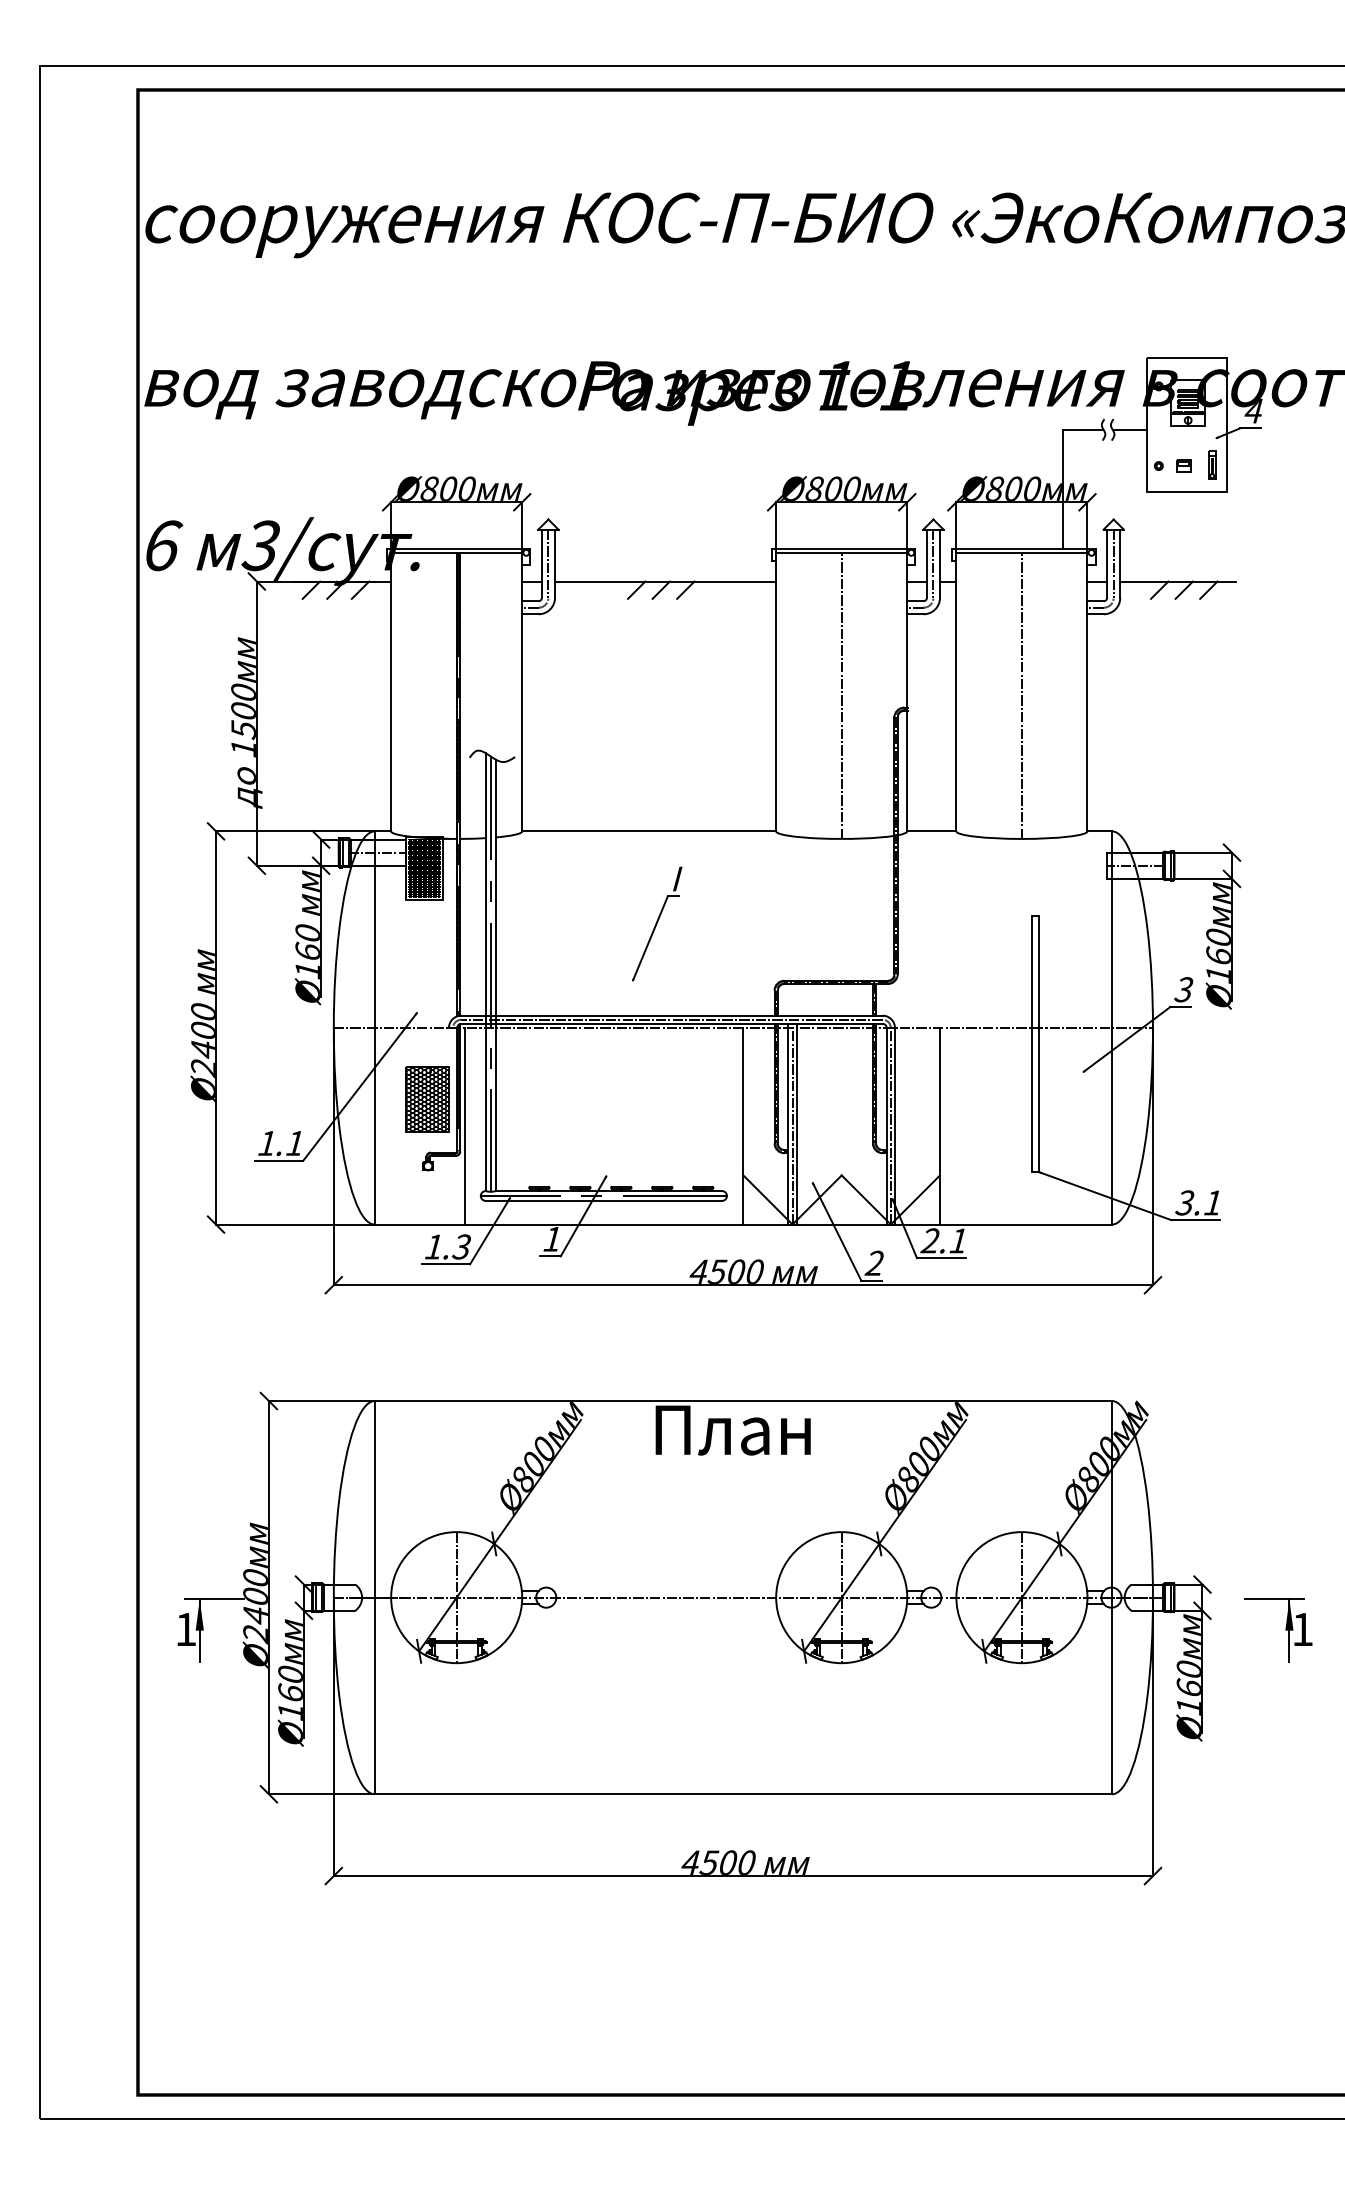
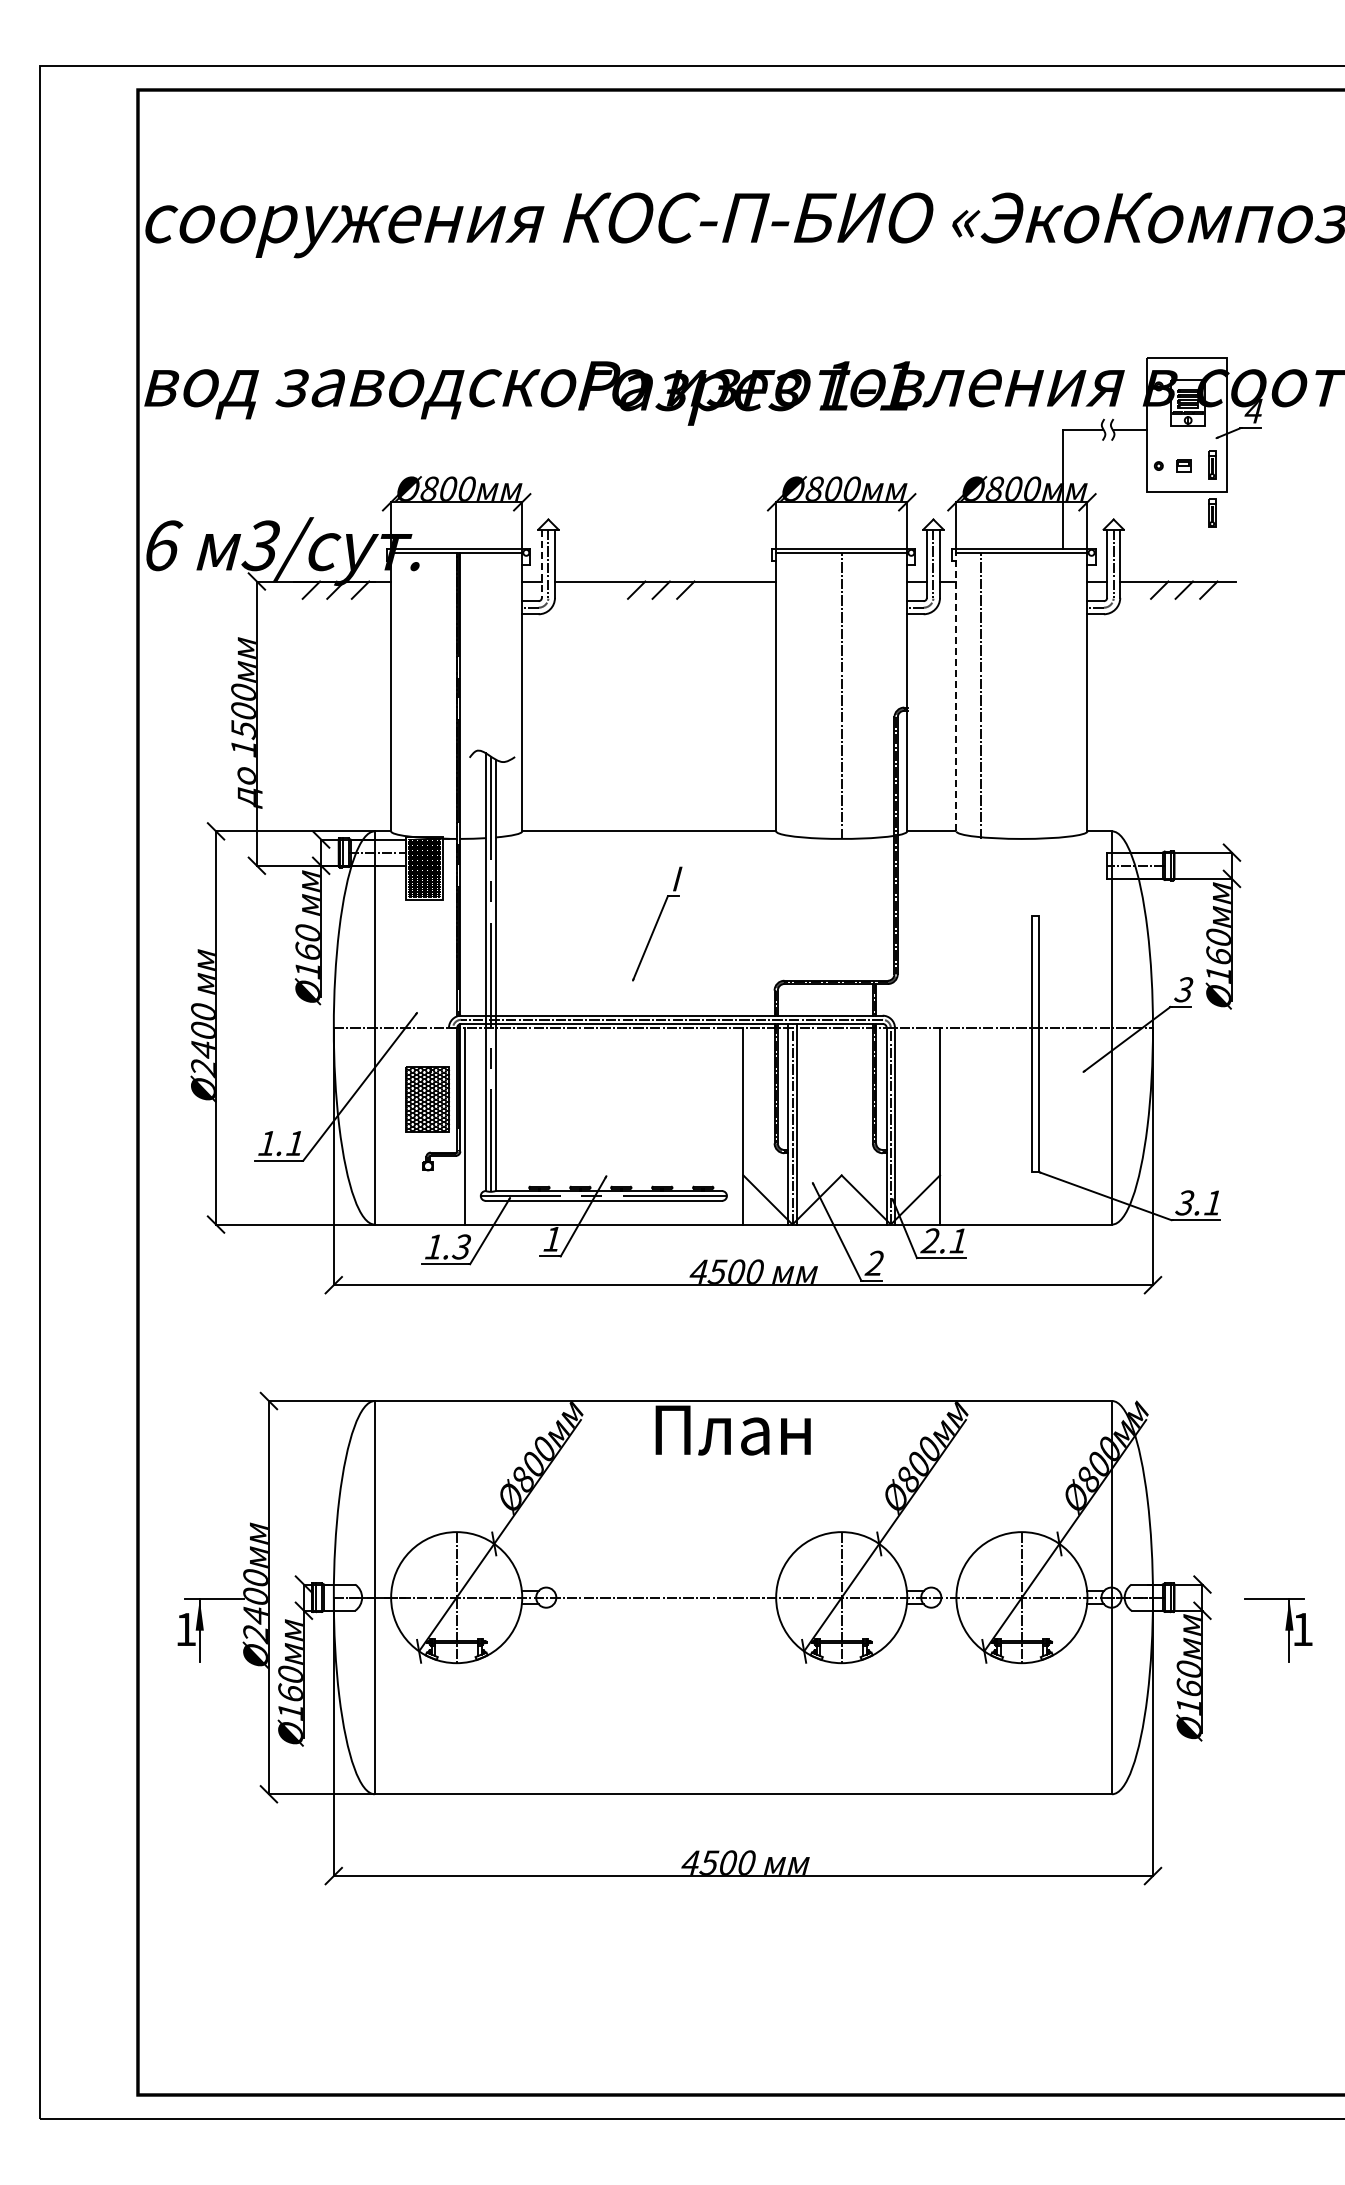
part at (1212, 512): none -> present
line at (541, 564): solid -> dashed
line at (956, 691): solid -> dashed
line at (1021, 695) position: (1021, 695) -> (980, 695)
